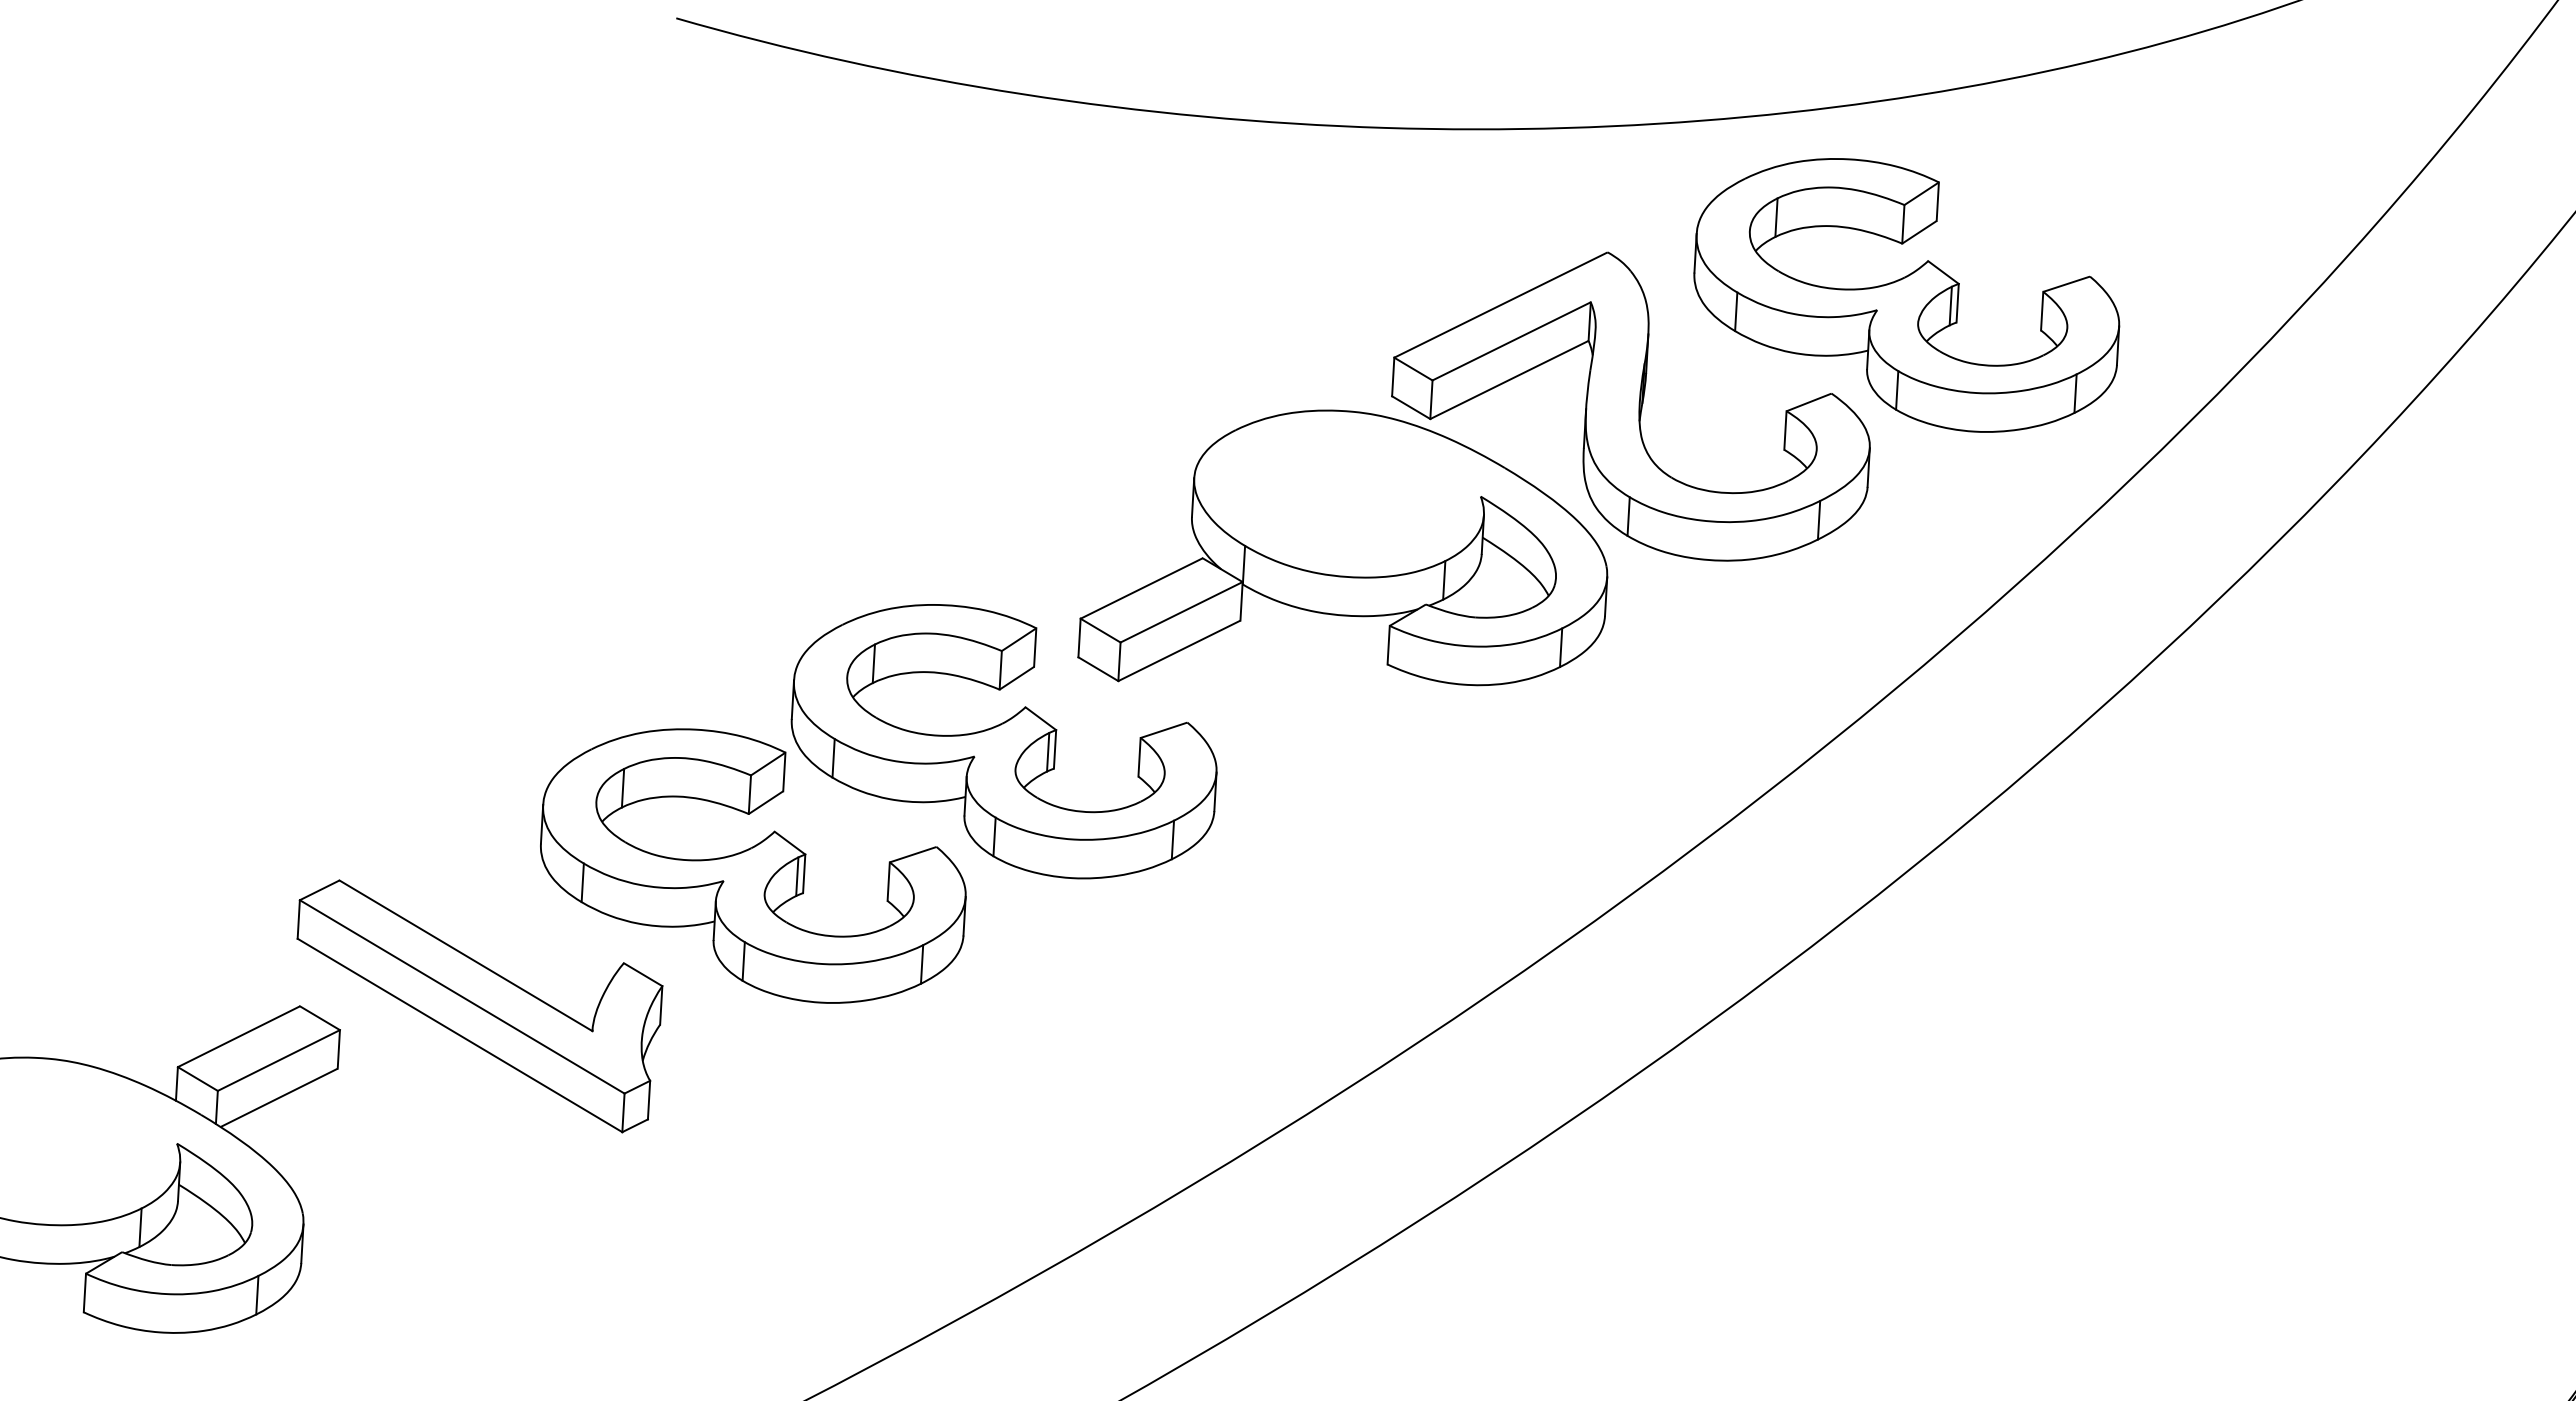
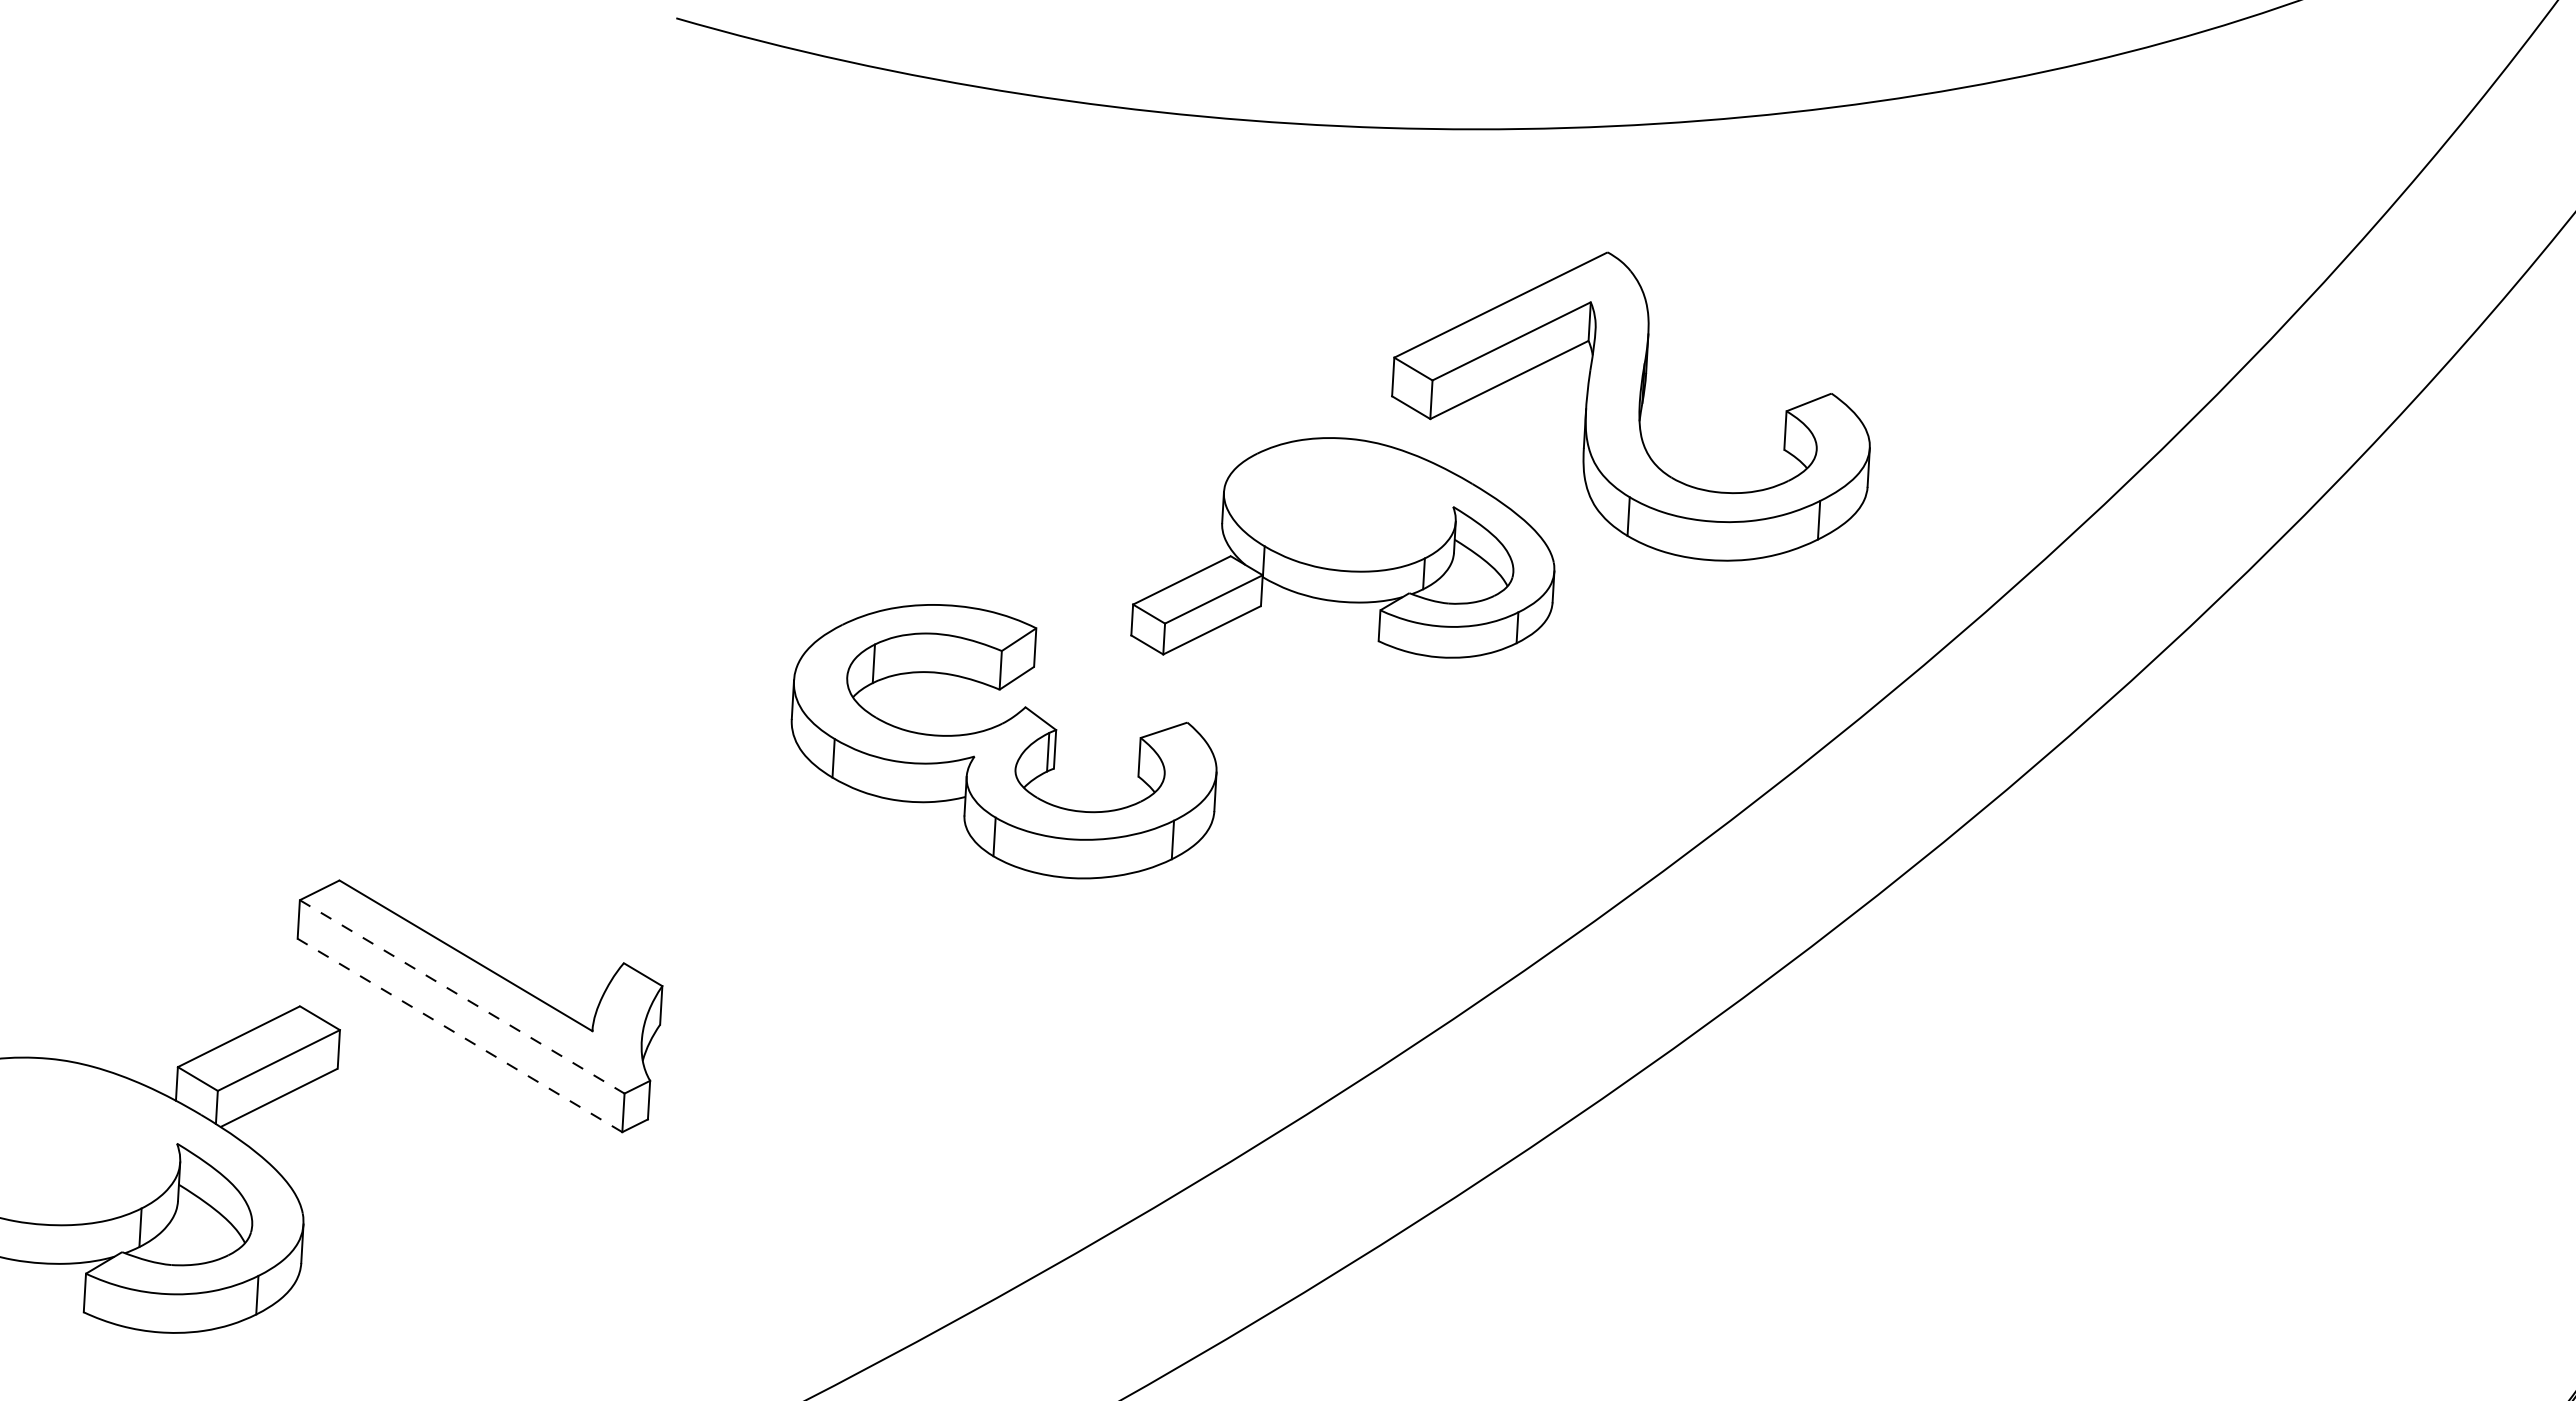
part at (1906, 295): present -> none
part at (1342, 547) size: 532x278 px -> 426x222 px
part at (753, 865): present -> none
line at (462, 996): solid -> dashed
line at (460, 1035): solid -> dashed
